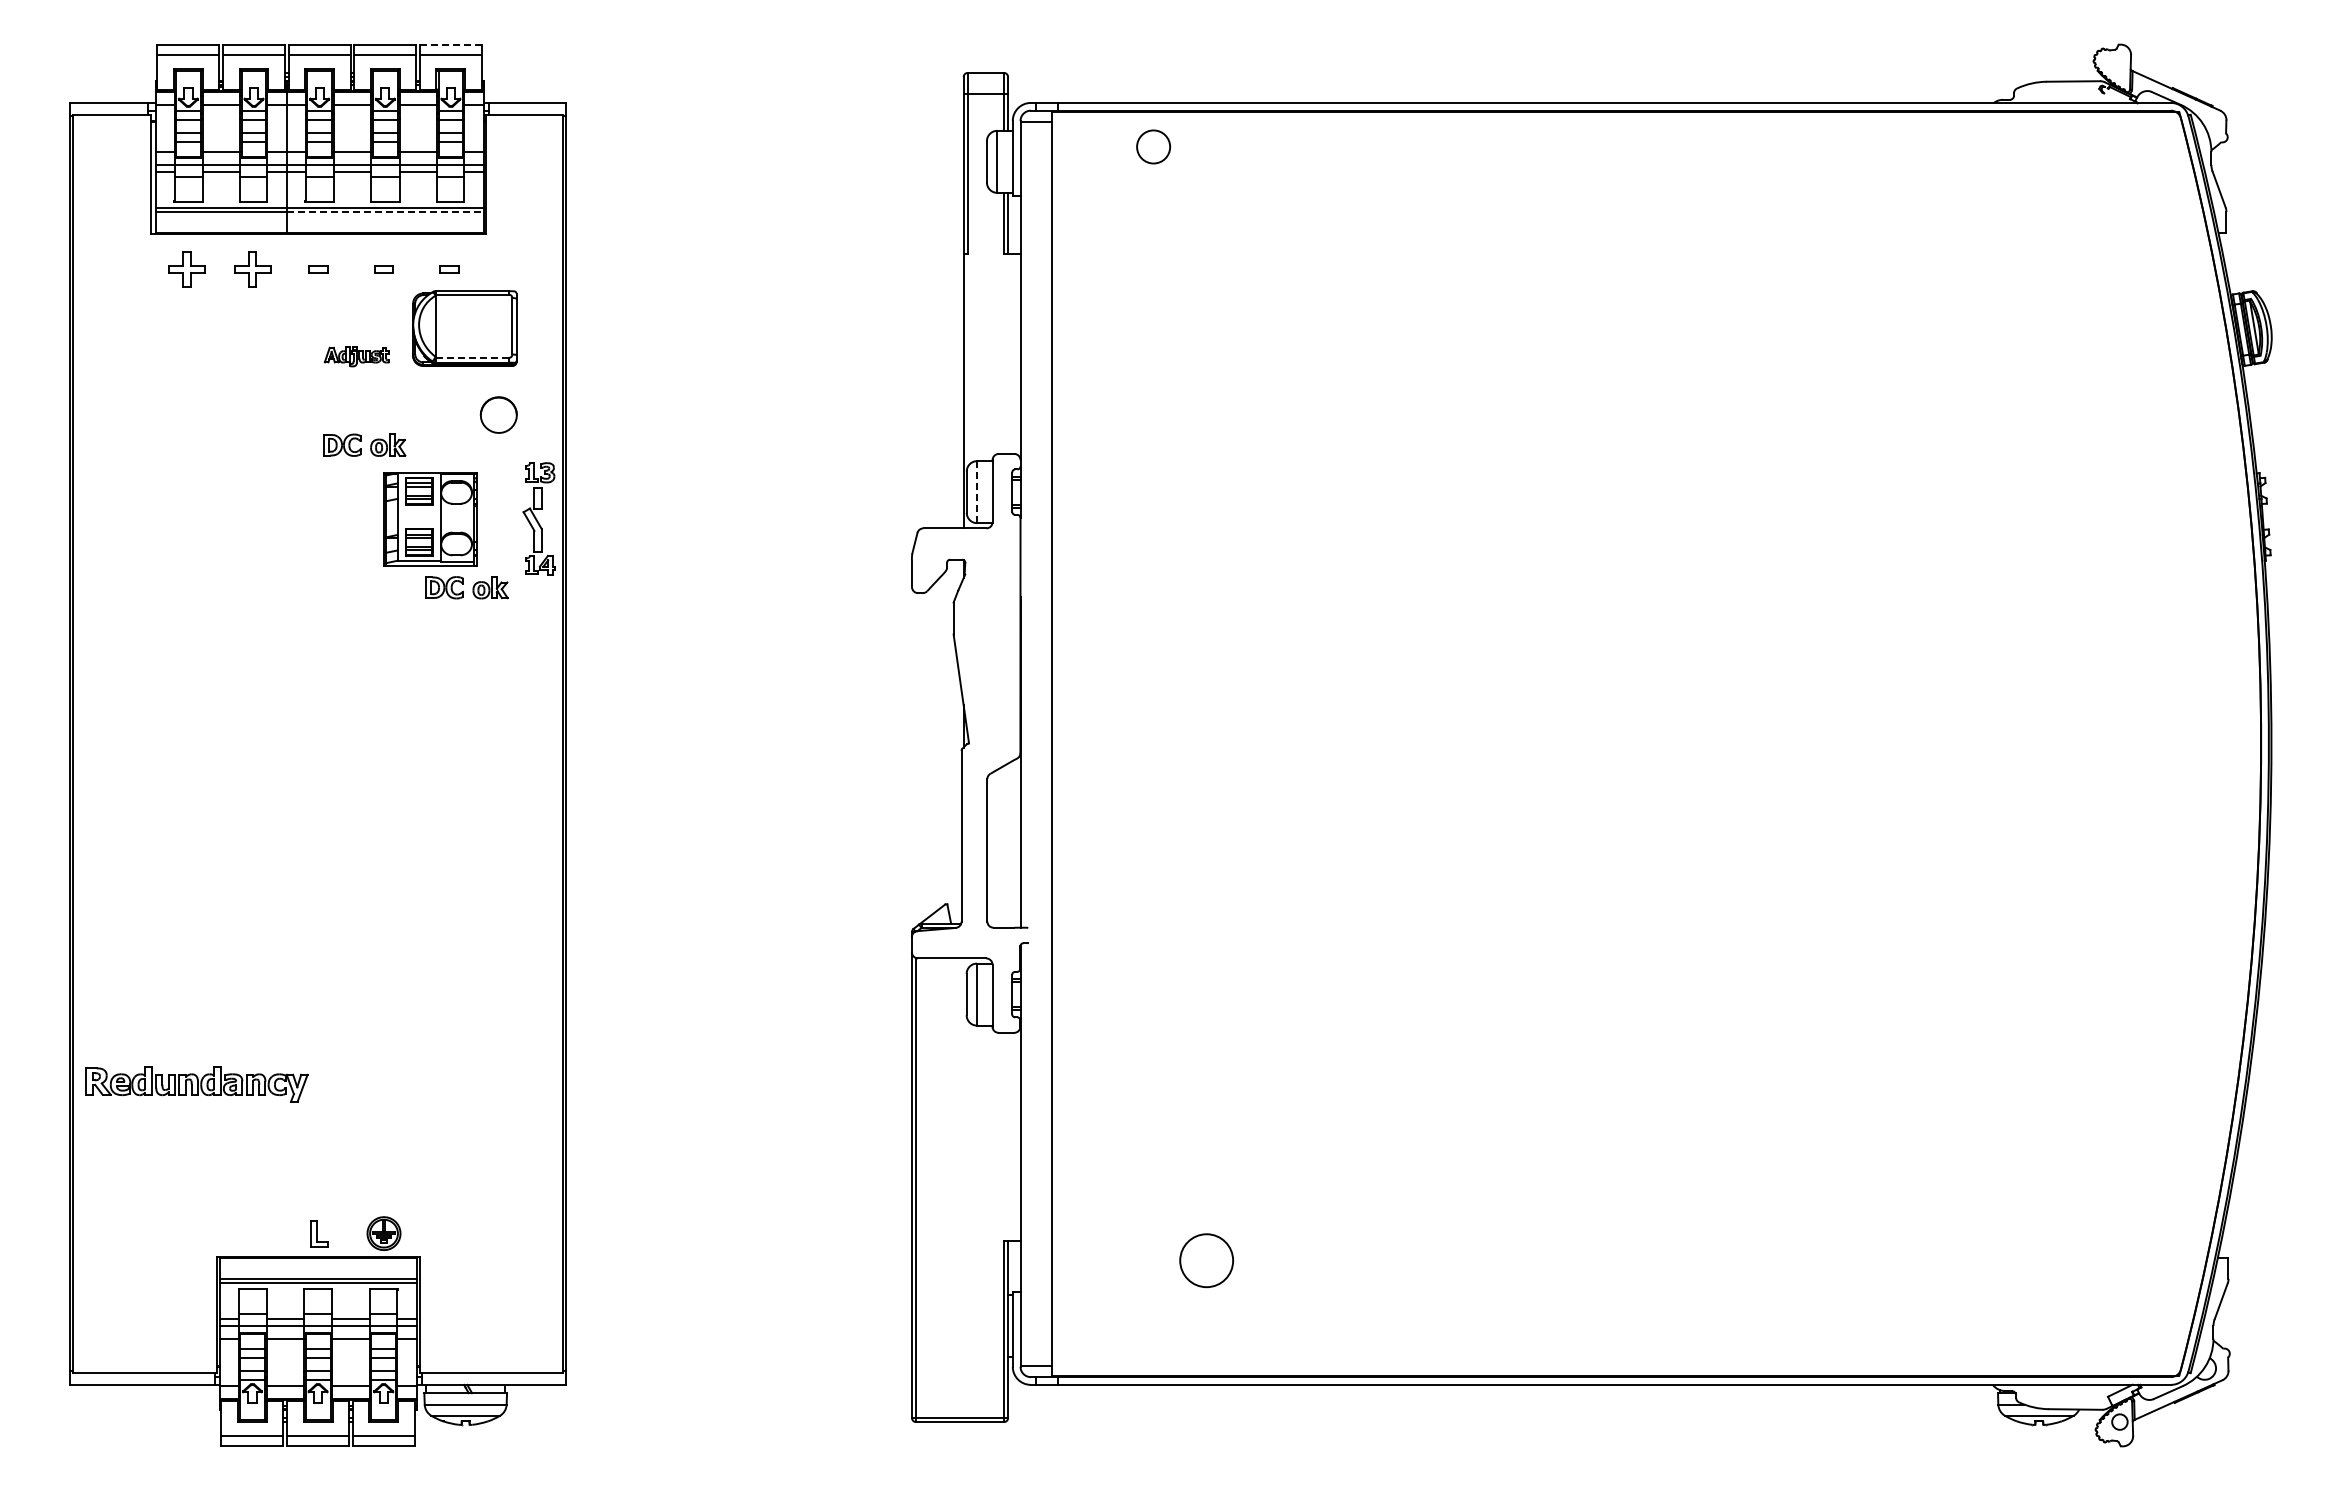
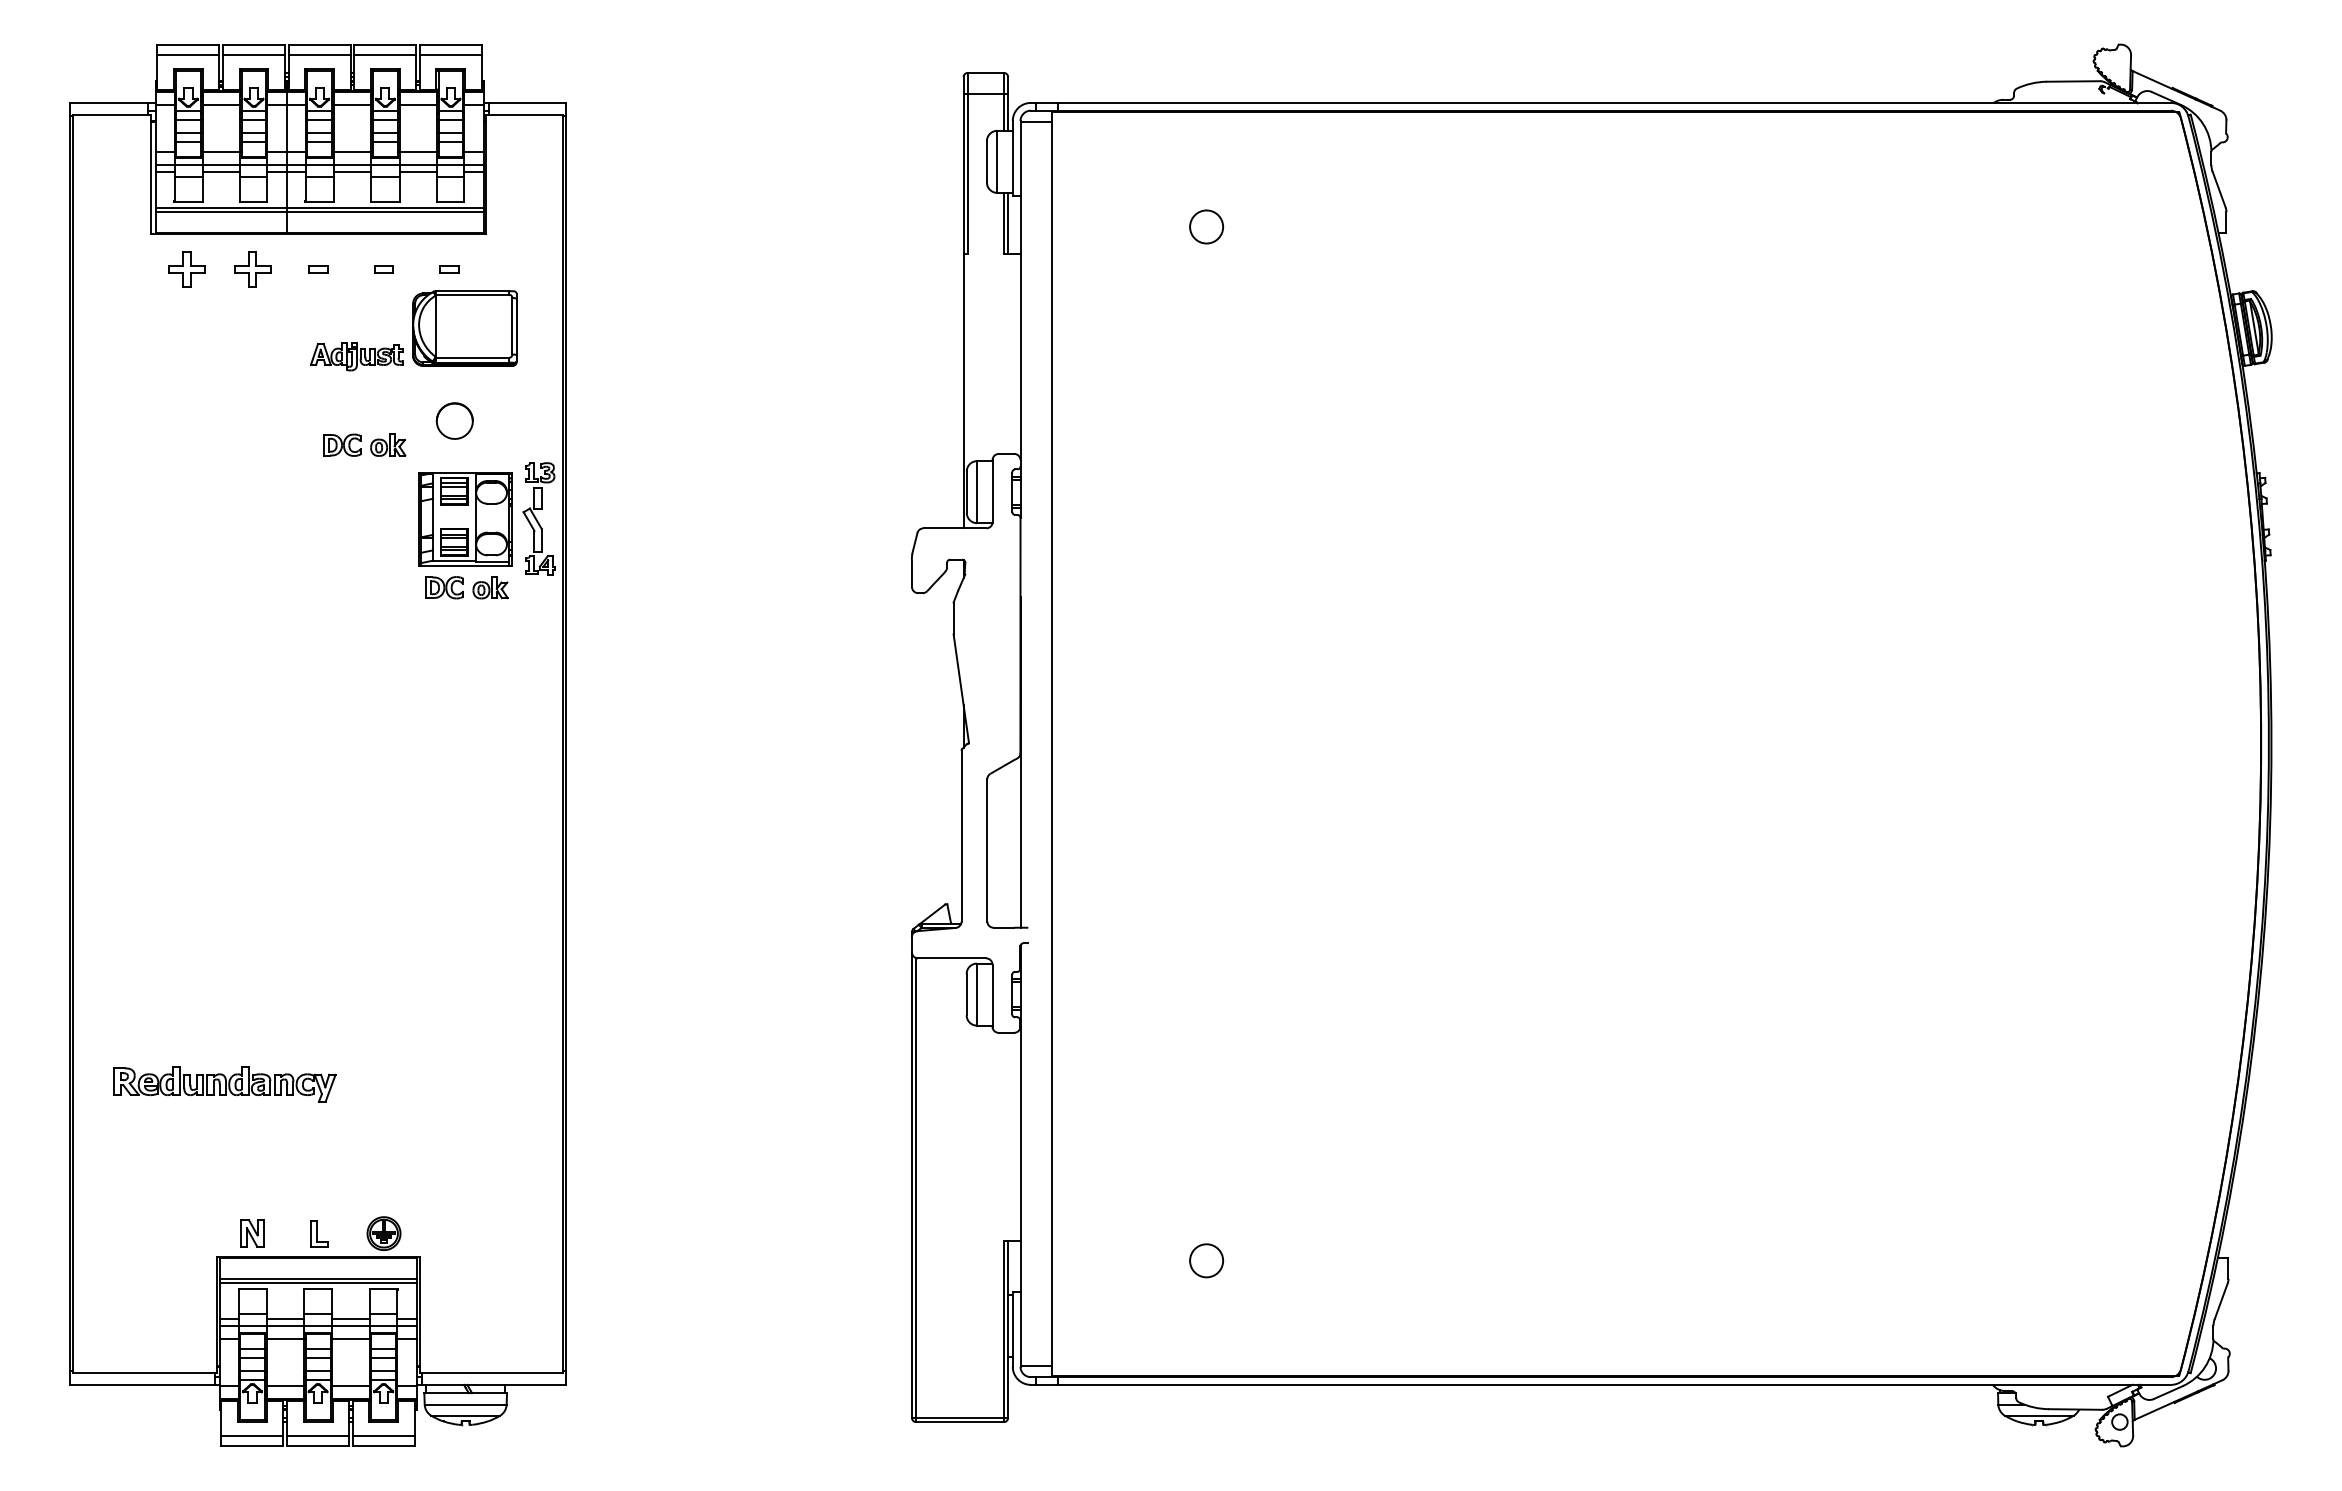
line at (451, 44): dashed -> solid
circle at (1153, 146) position: (1153, 146) -> (1206, 226)
line at (385, 212): dashed -> solid
part at (356, 356) size: 67x22 px -> 94x30 px
line at (472, 357): dashed -> solid
part at (498, 414) position: (498, 414) -> (454, 420)
line at (977, 491): dashed -> solid
part at (430, 519) position: (430, 519) -> (465, 519)
part at (196, 1084) position: (196, 1084) -> (224, 1084)
part at (252, 1233): none -> present
circle at (1206, 1260) size: 55x56 px -> 35x36 px
